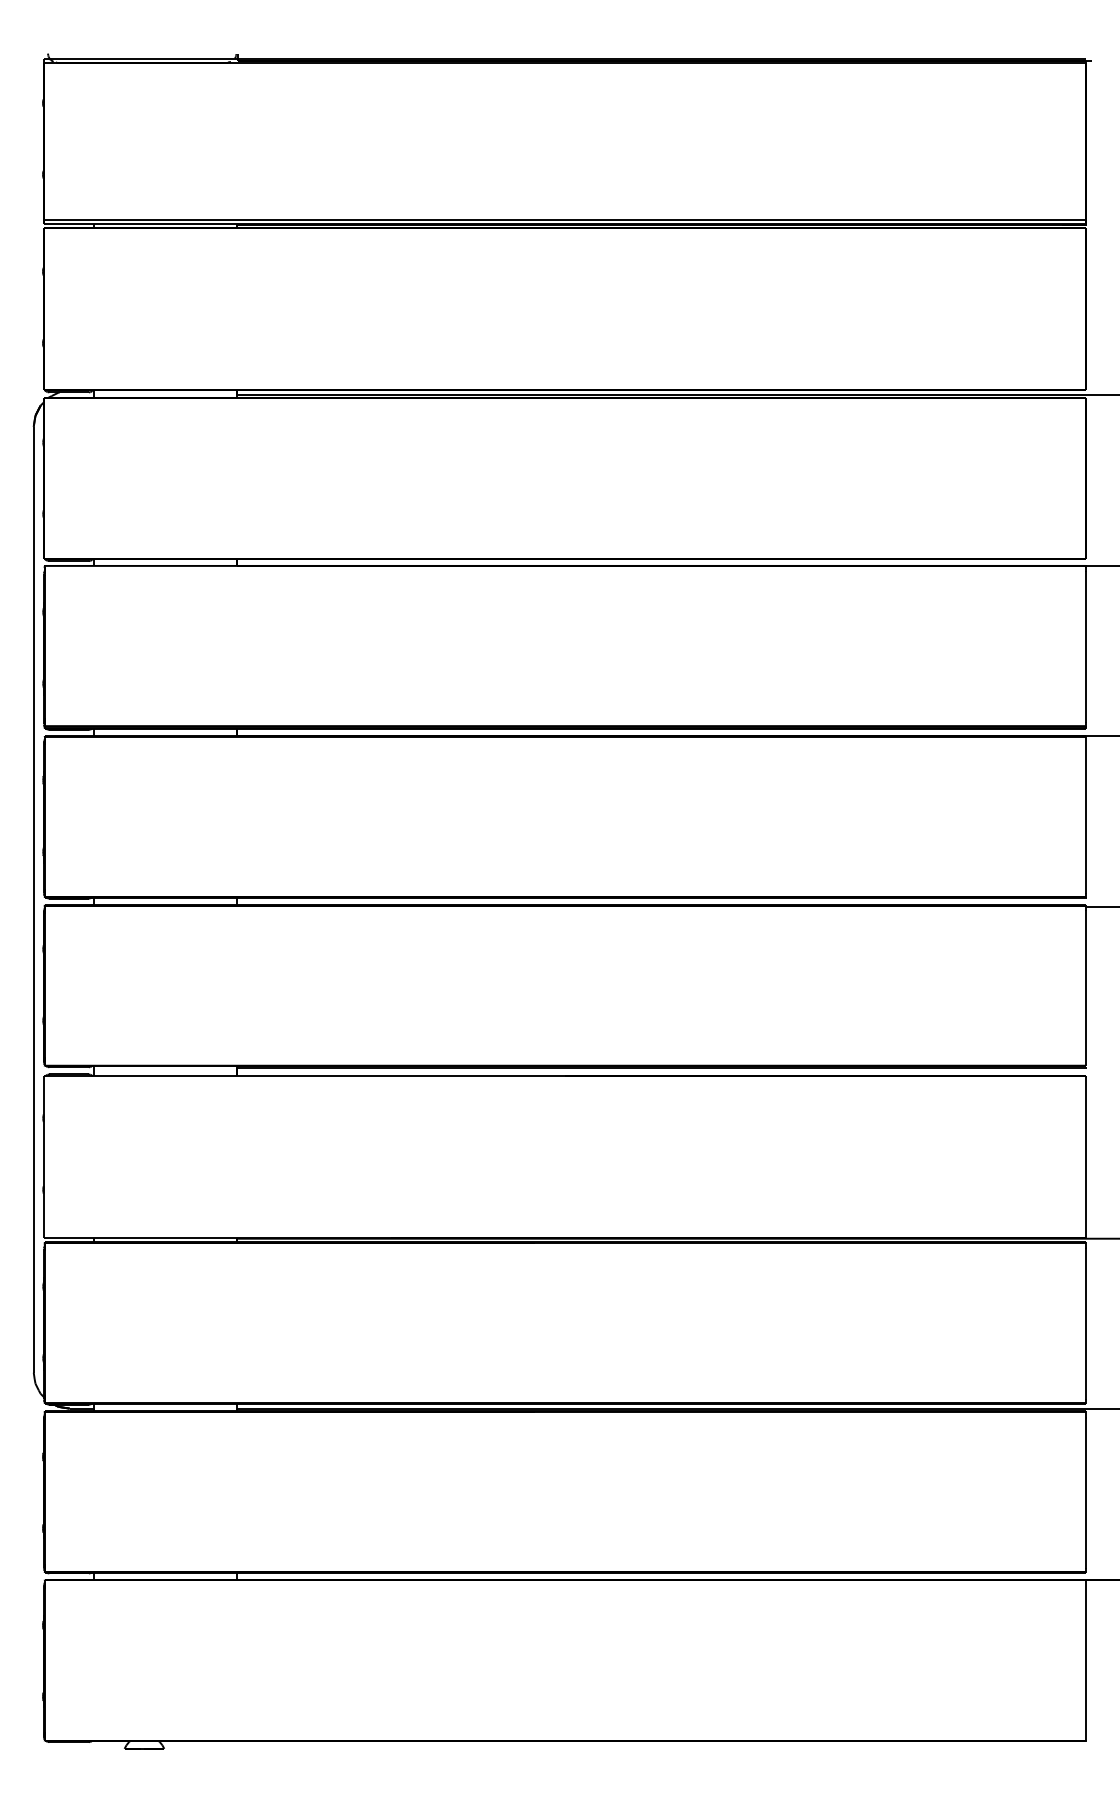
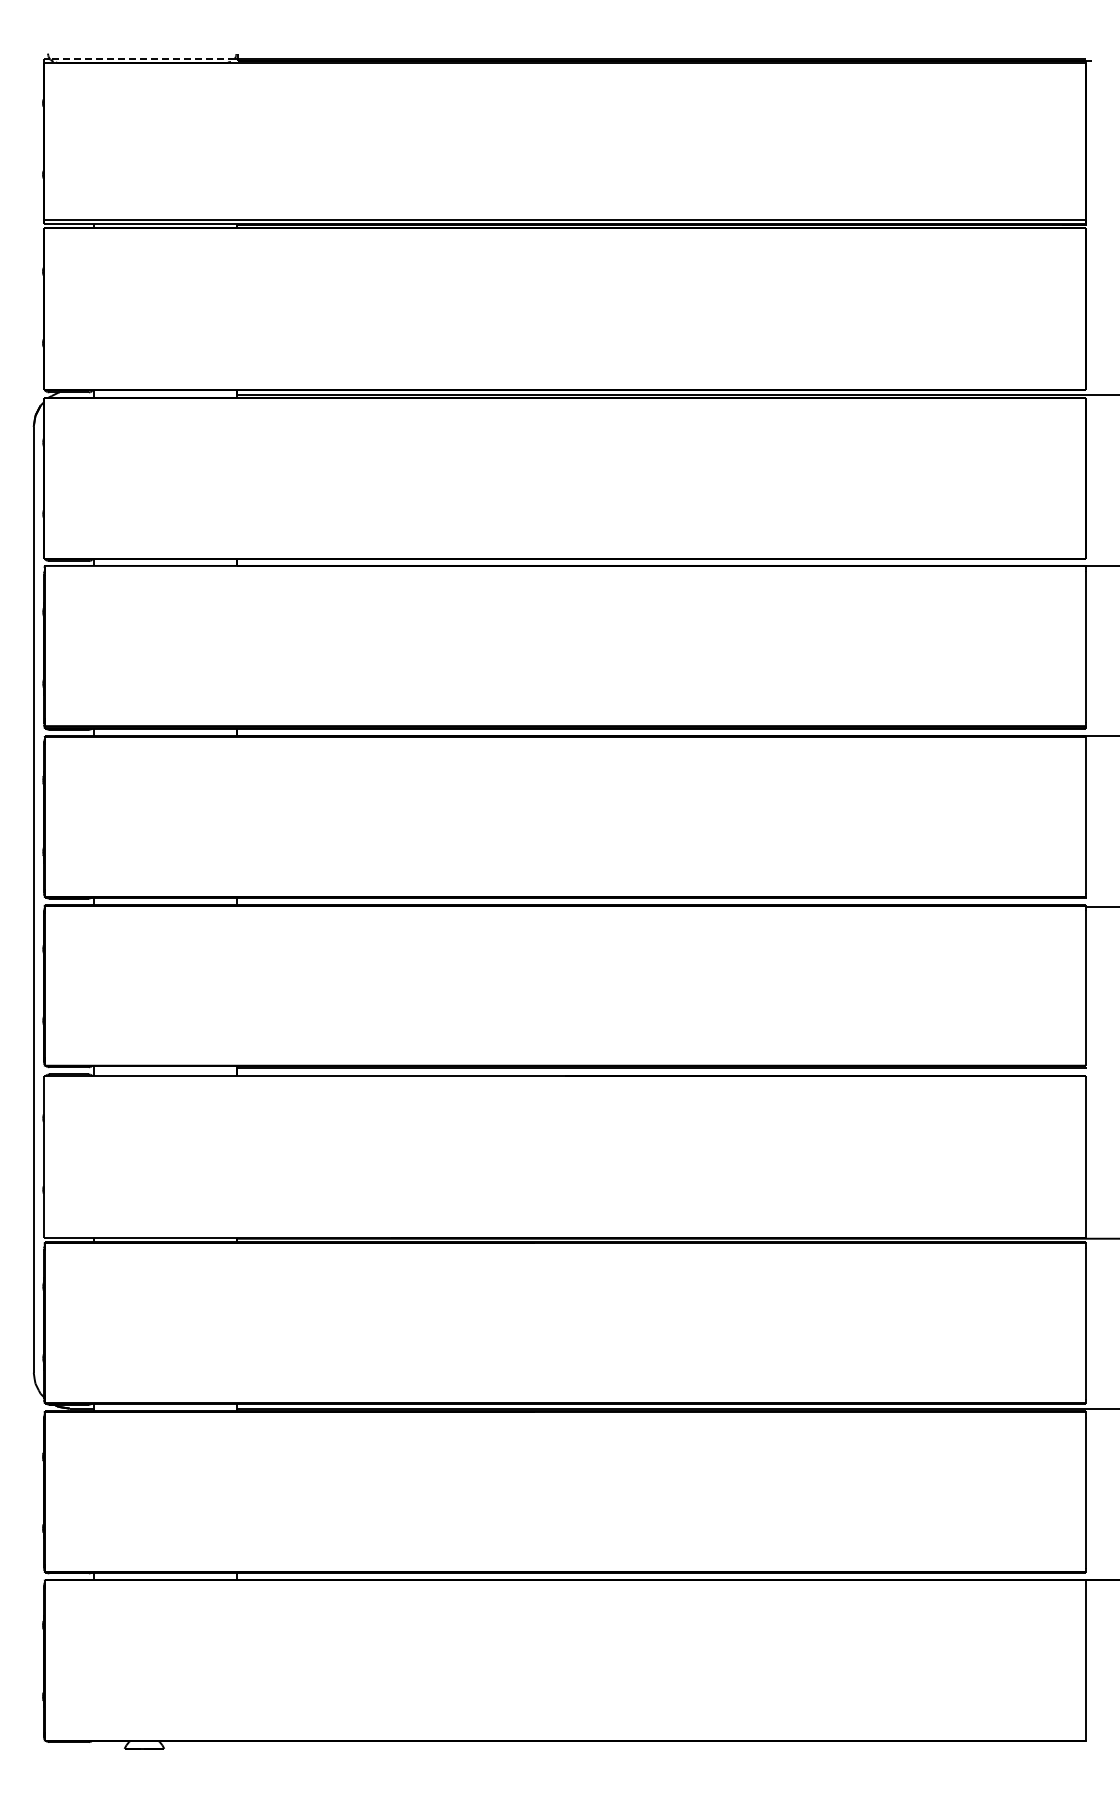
line at (142, 58): solid -> dashed
